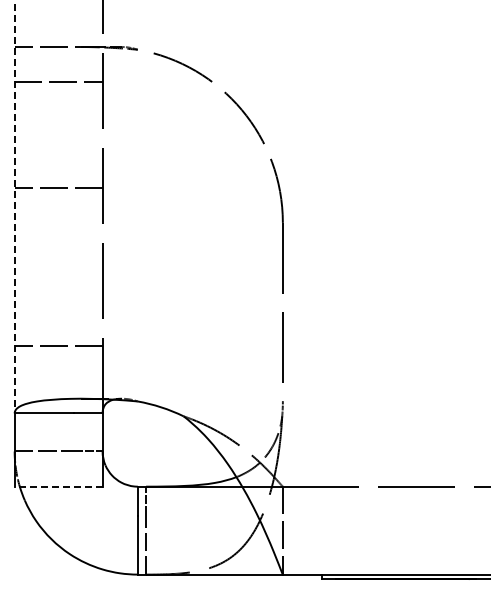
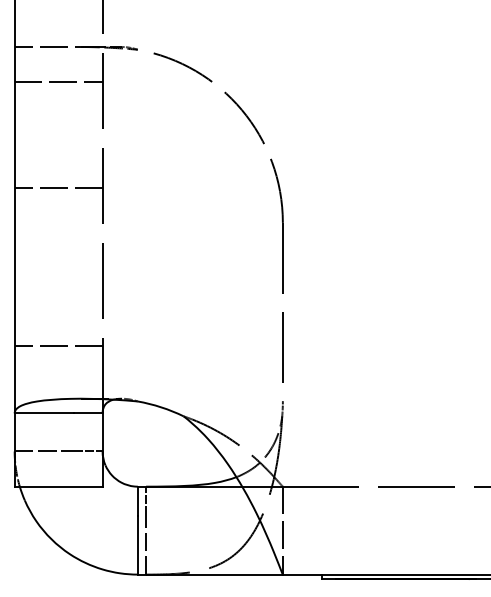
line at (14, 207): dashed -> solid
line at (58, 486): dashed -> solid
